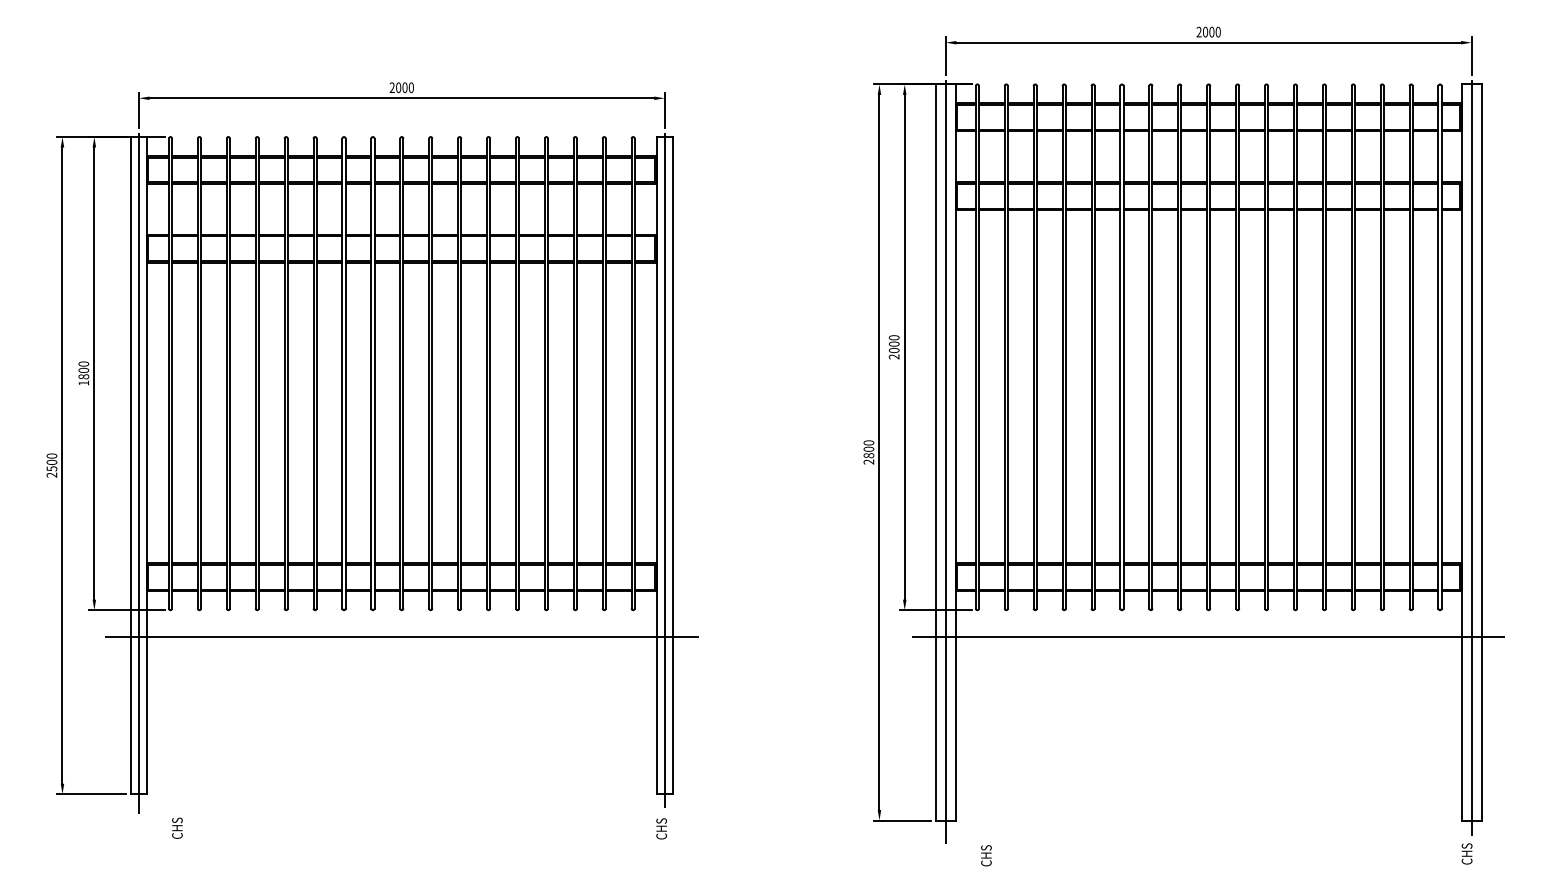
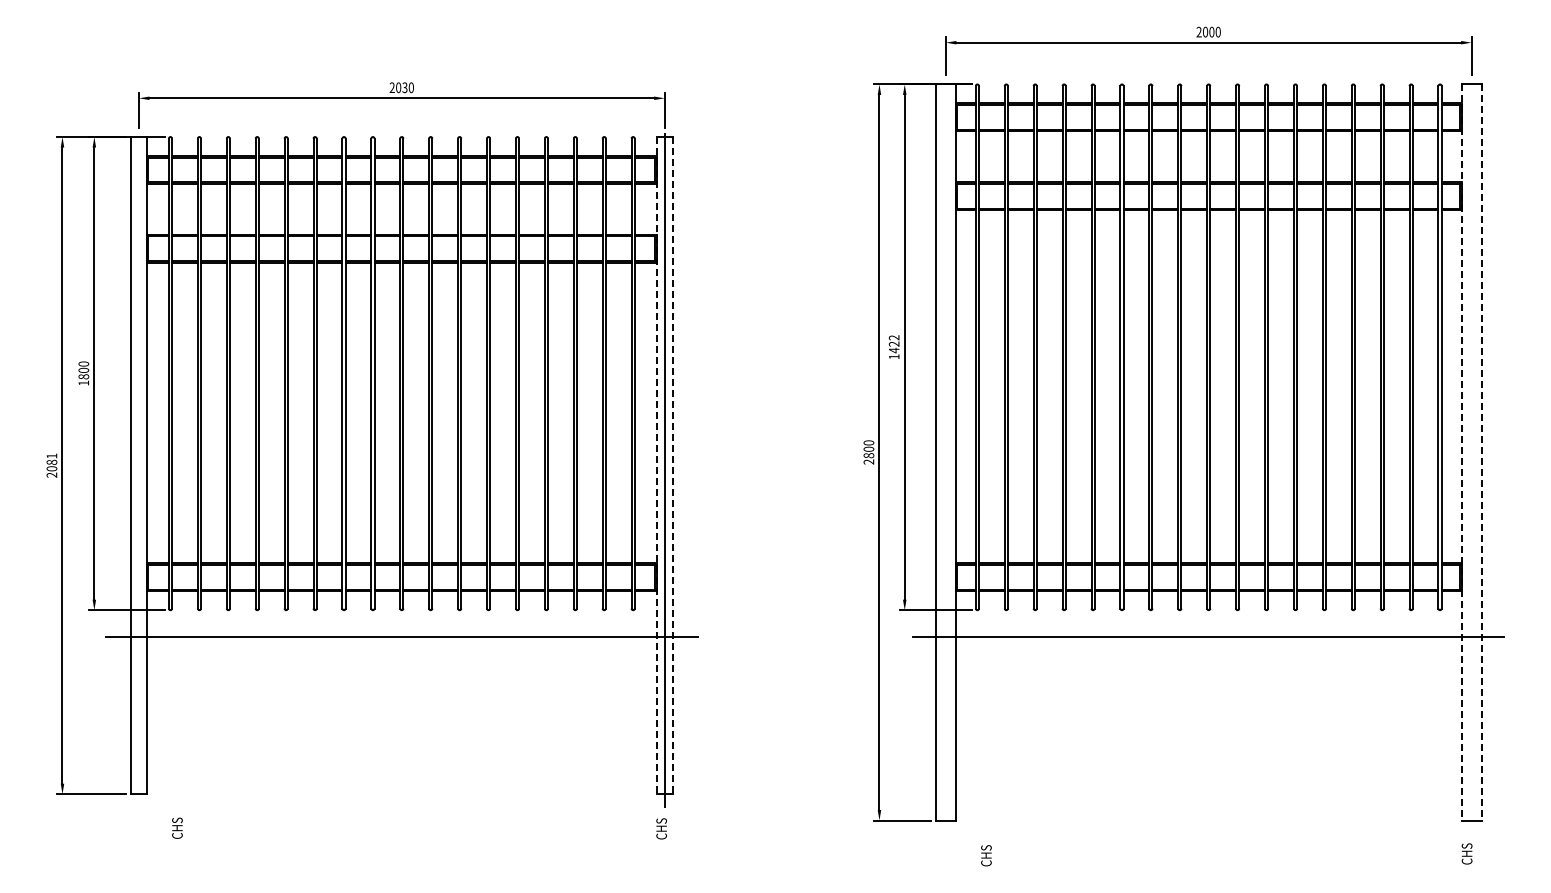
text at (404, 87): 2000 -> 2030
text at (893, 347): 2000 -> 1422
line at (1461, 452): solid -> dashed
line at (1481, 452): solid -> dashed
line at (1471, 458): present -> none
line at (945, 461): present -> none
text at (51, 462): 2500 -> 2081
line at (656, 465): solid -> dashed
line at (672, 465): solid -> dashed
line at (138, 473): present -> none
